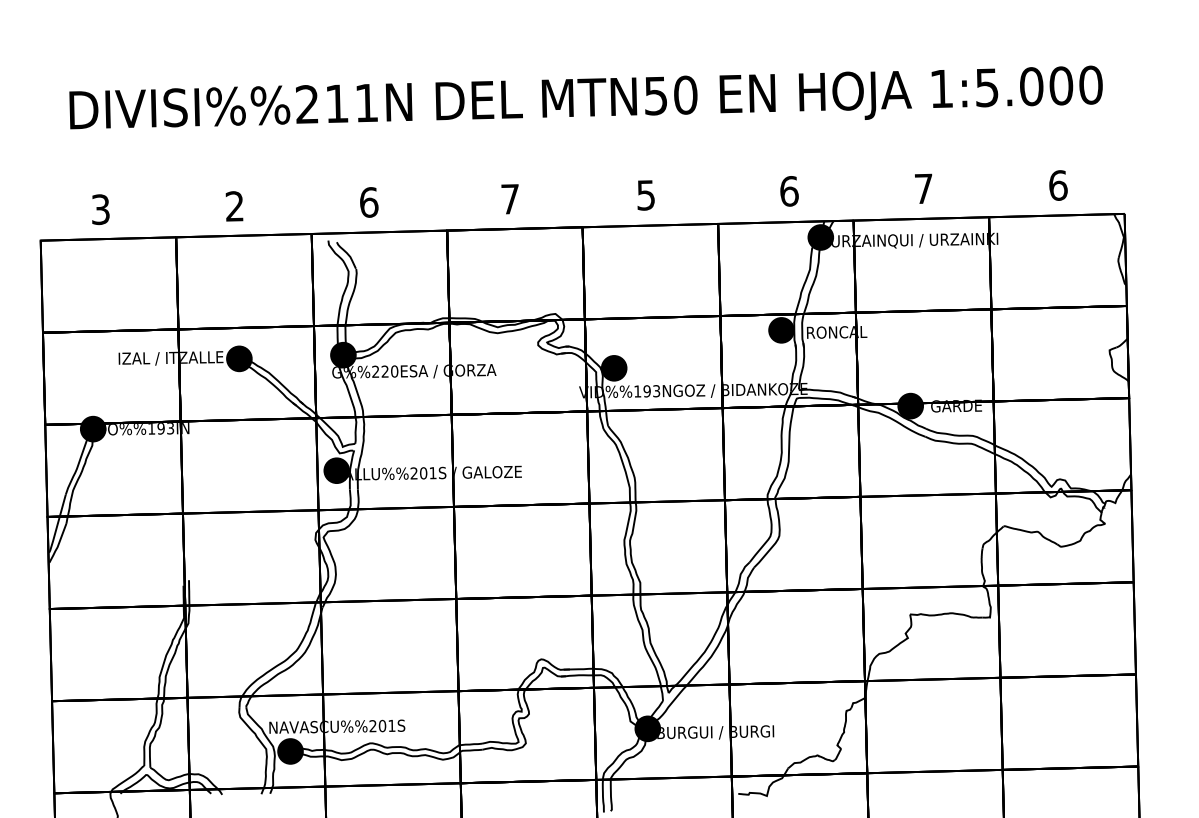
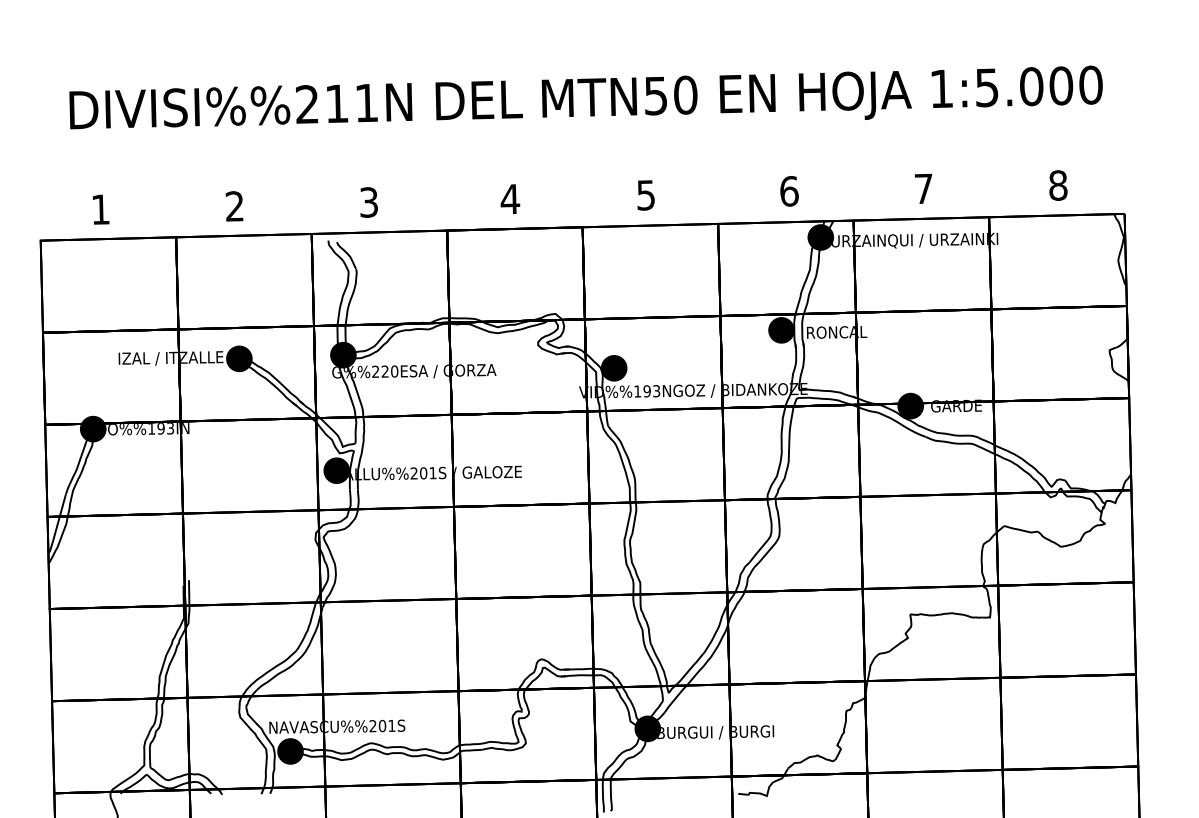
text at (1058, 185): 6 -> 8
text at (510, 199): 7 -> 4
text at (369, 202): 6 -> 3
text at (100, 209): 3 -> 1
